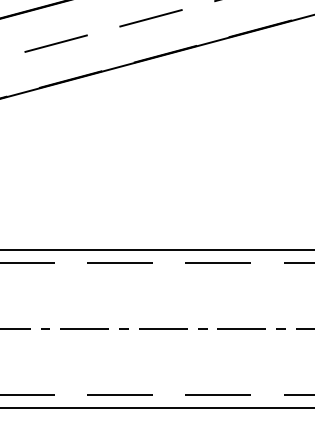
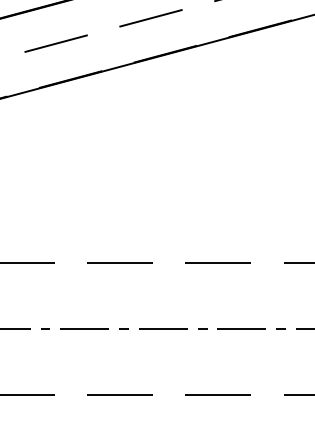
line at (156, 249): present -> none
line at (156, 408): present -> none
